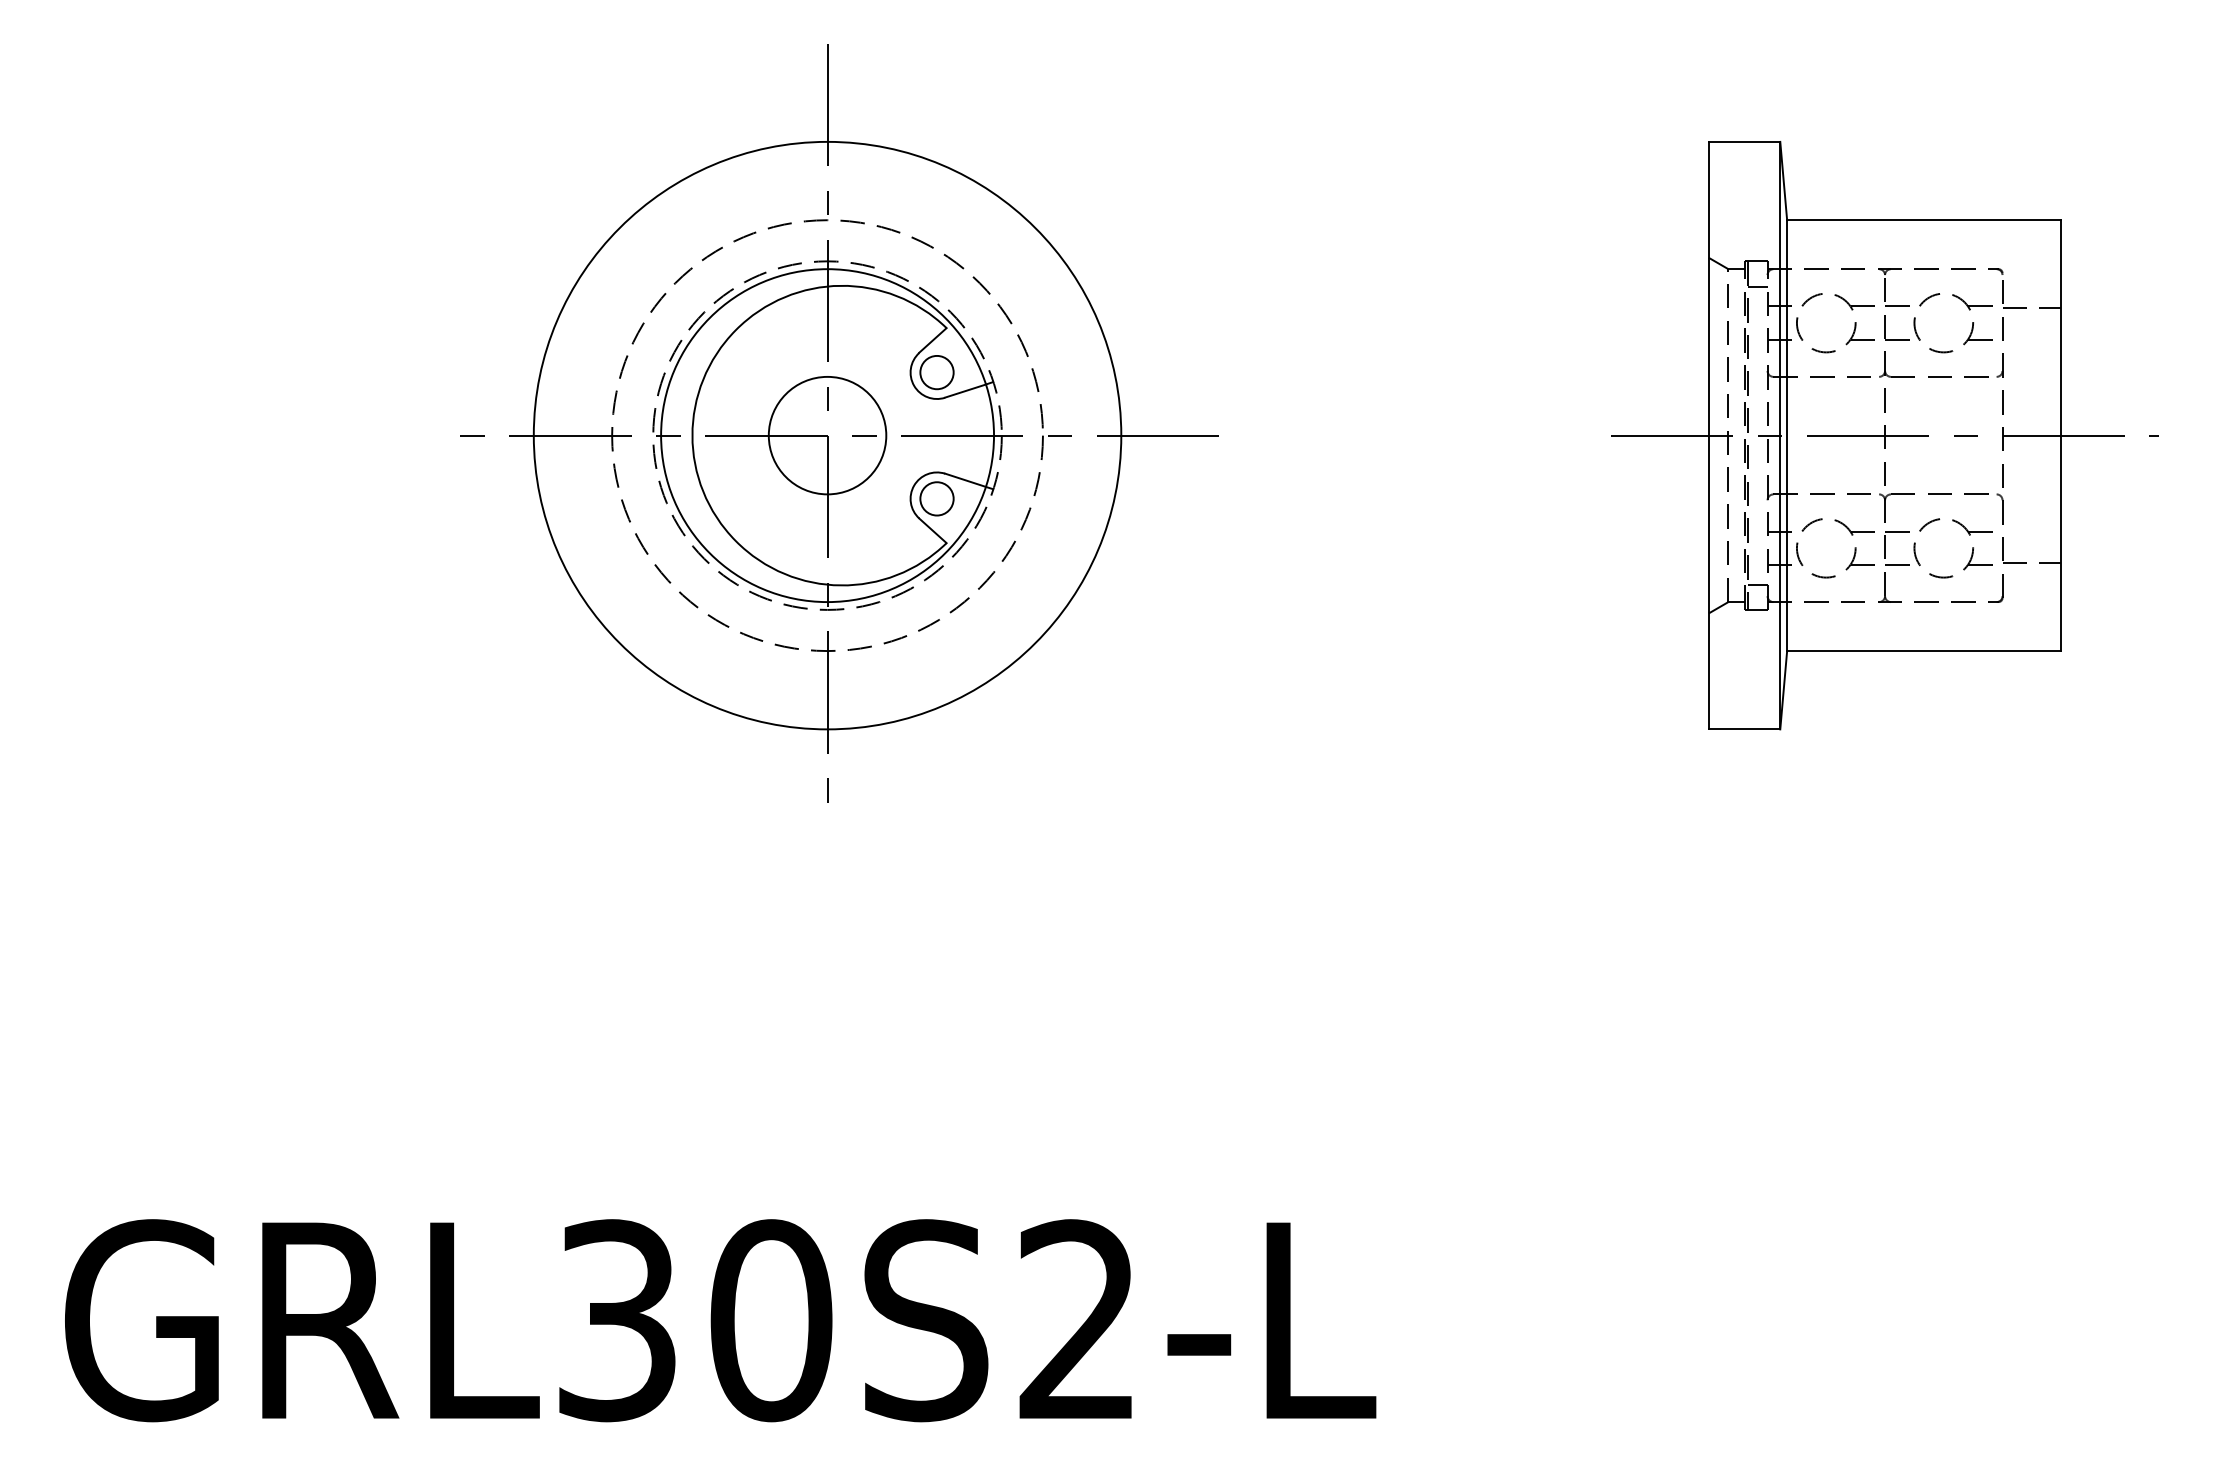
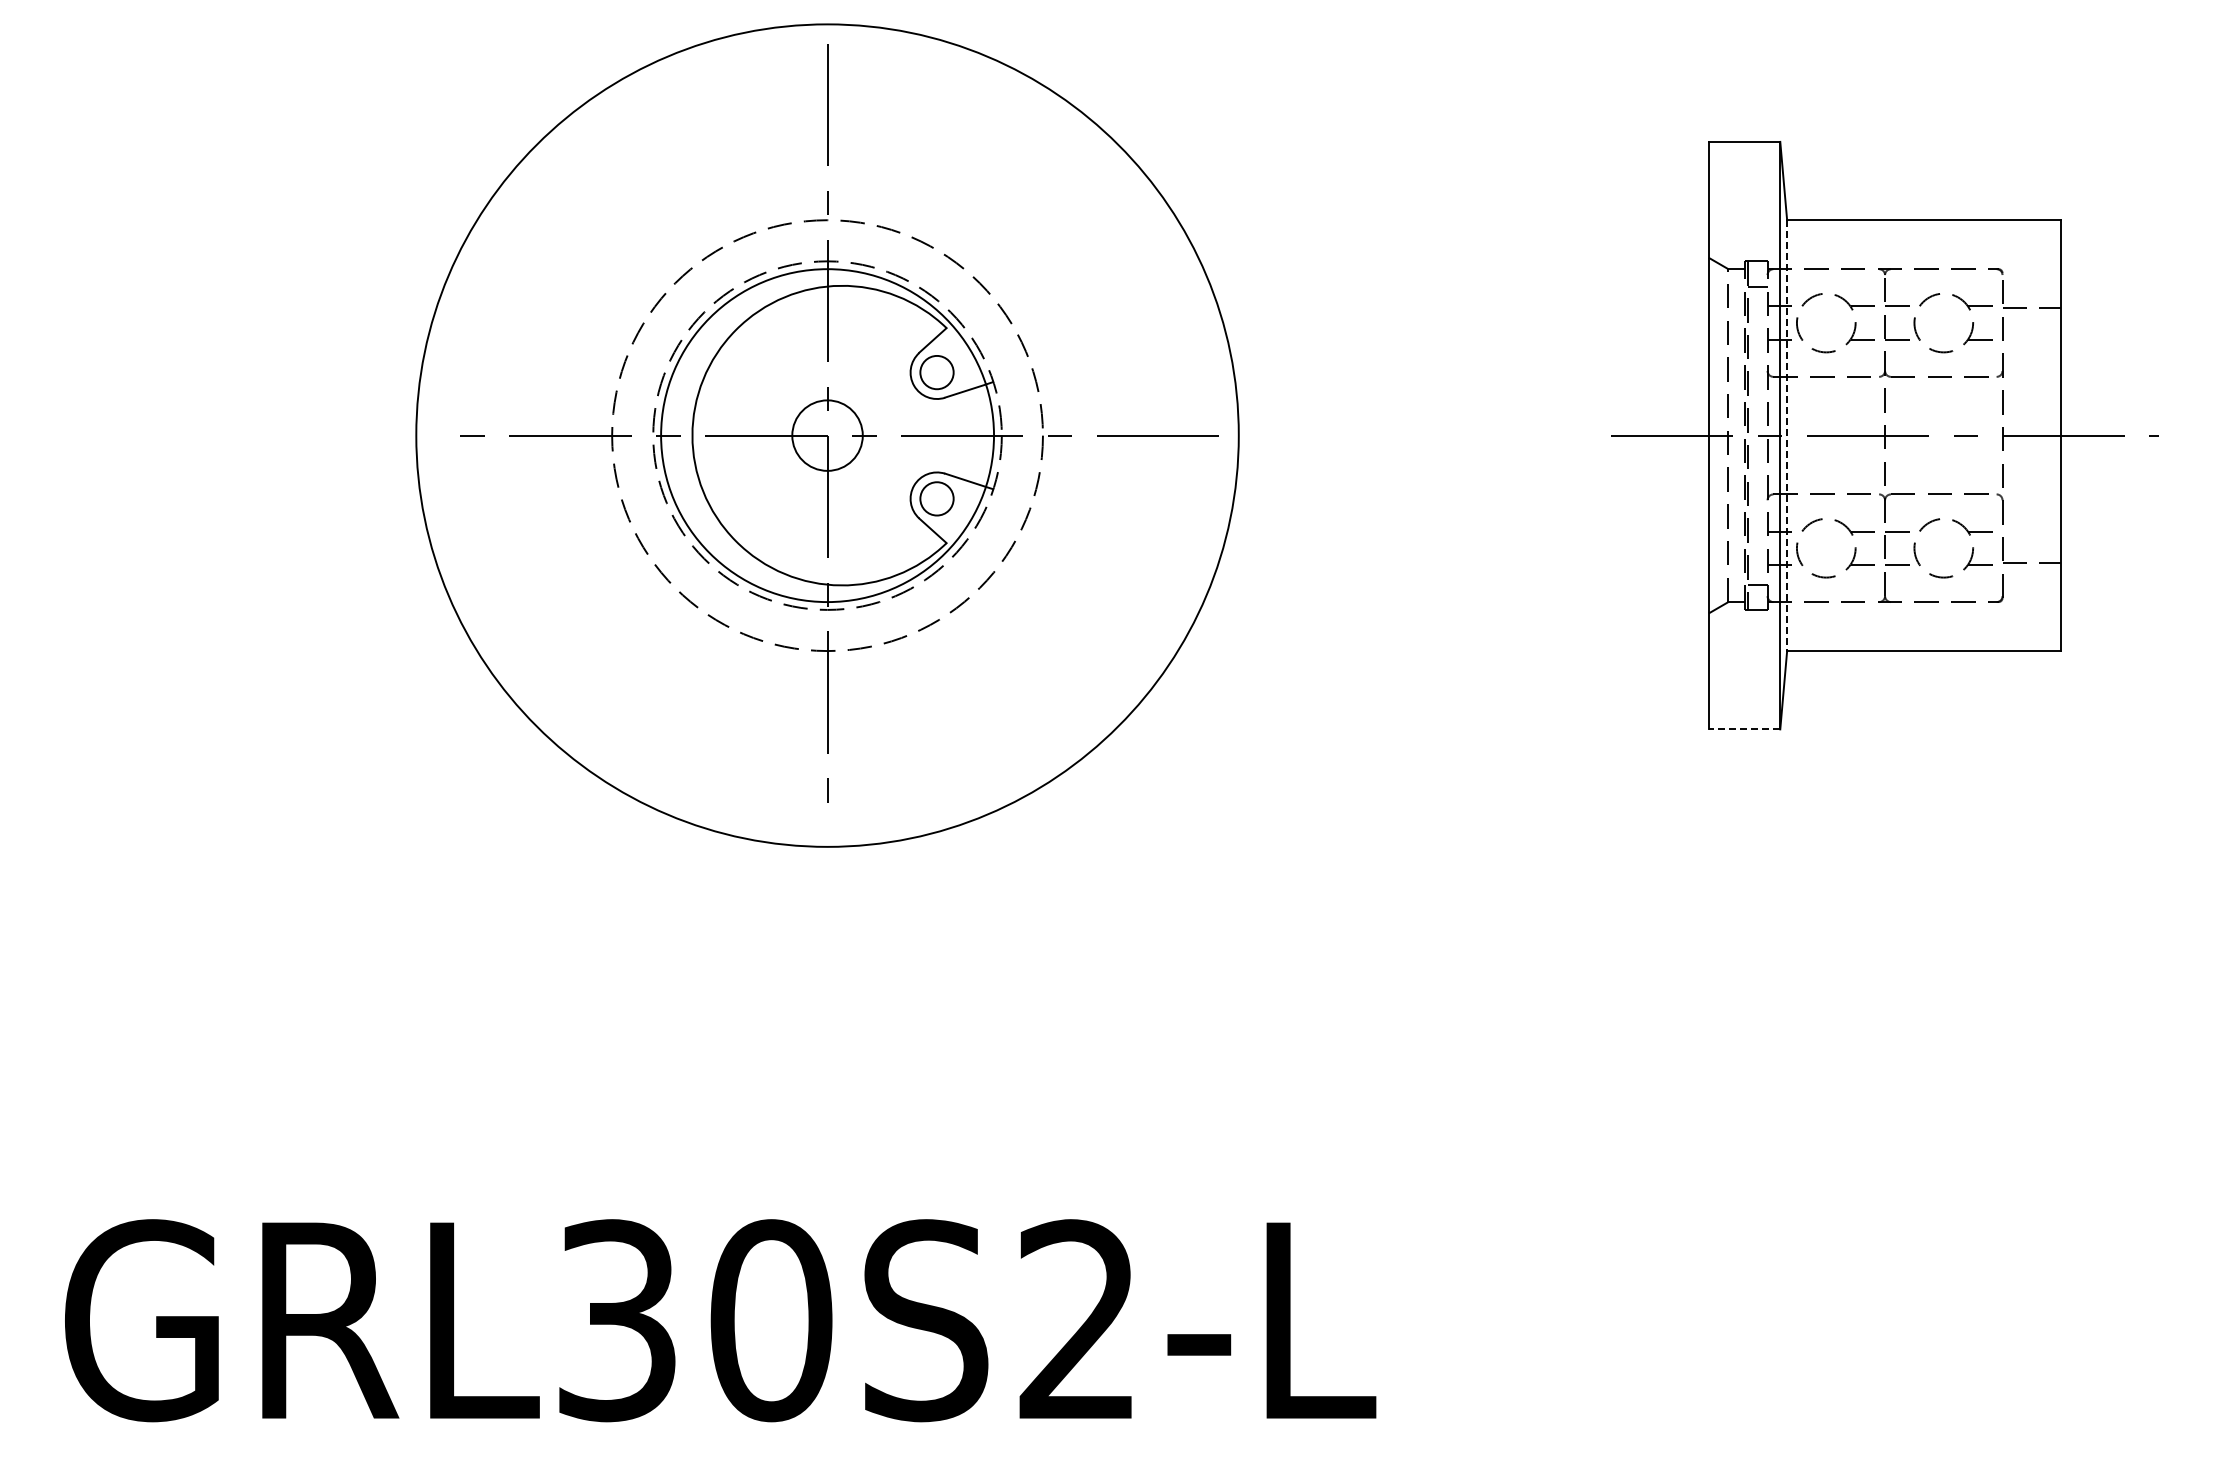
circle at (827, 435) diameter: 117 px -> 70 px
circle at (827, 435) diameter: 587 px -> 822 px
line at (1787, 436): solid -> dashed
line at (1744, 729): solid -> dashed
